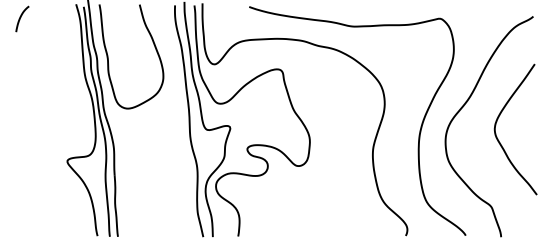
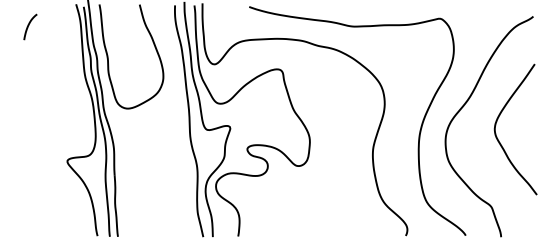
curve at (21, 17) position: (21, 17) -> (29, 25)
